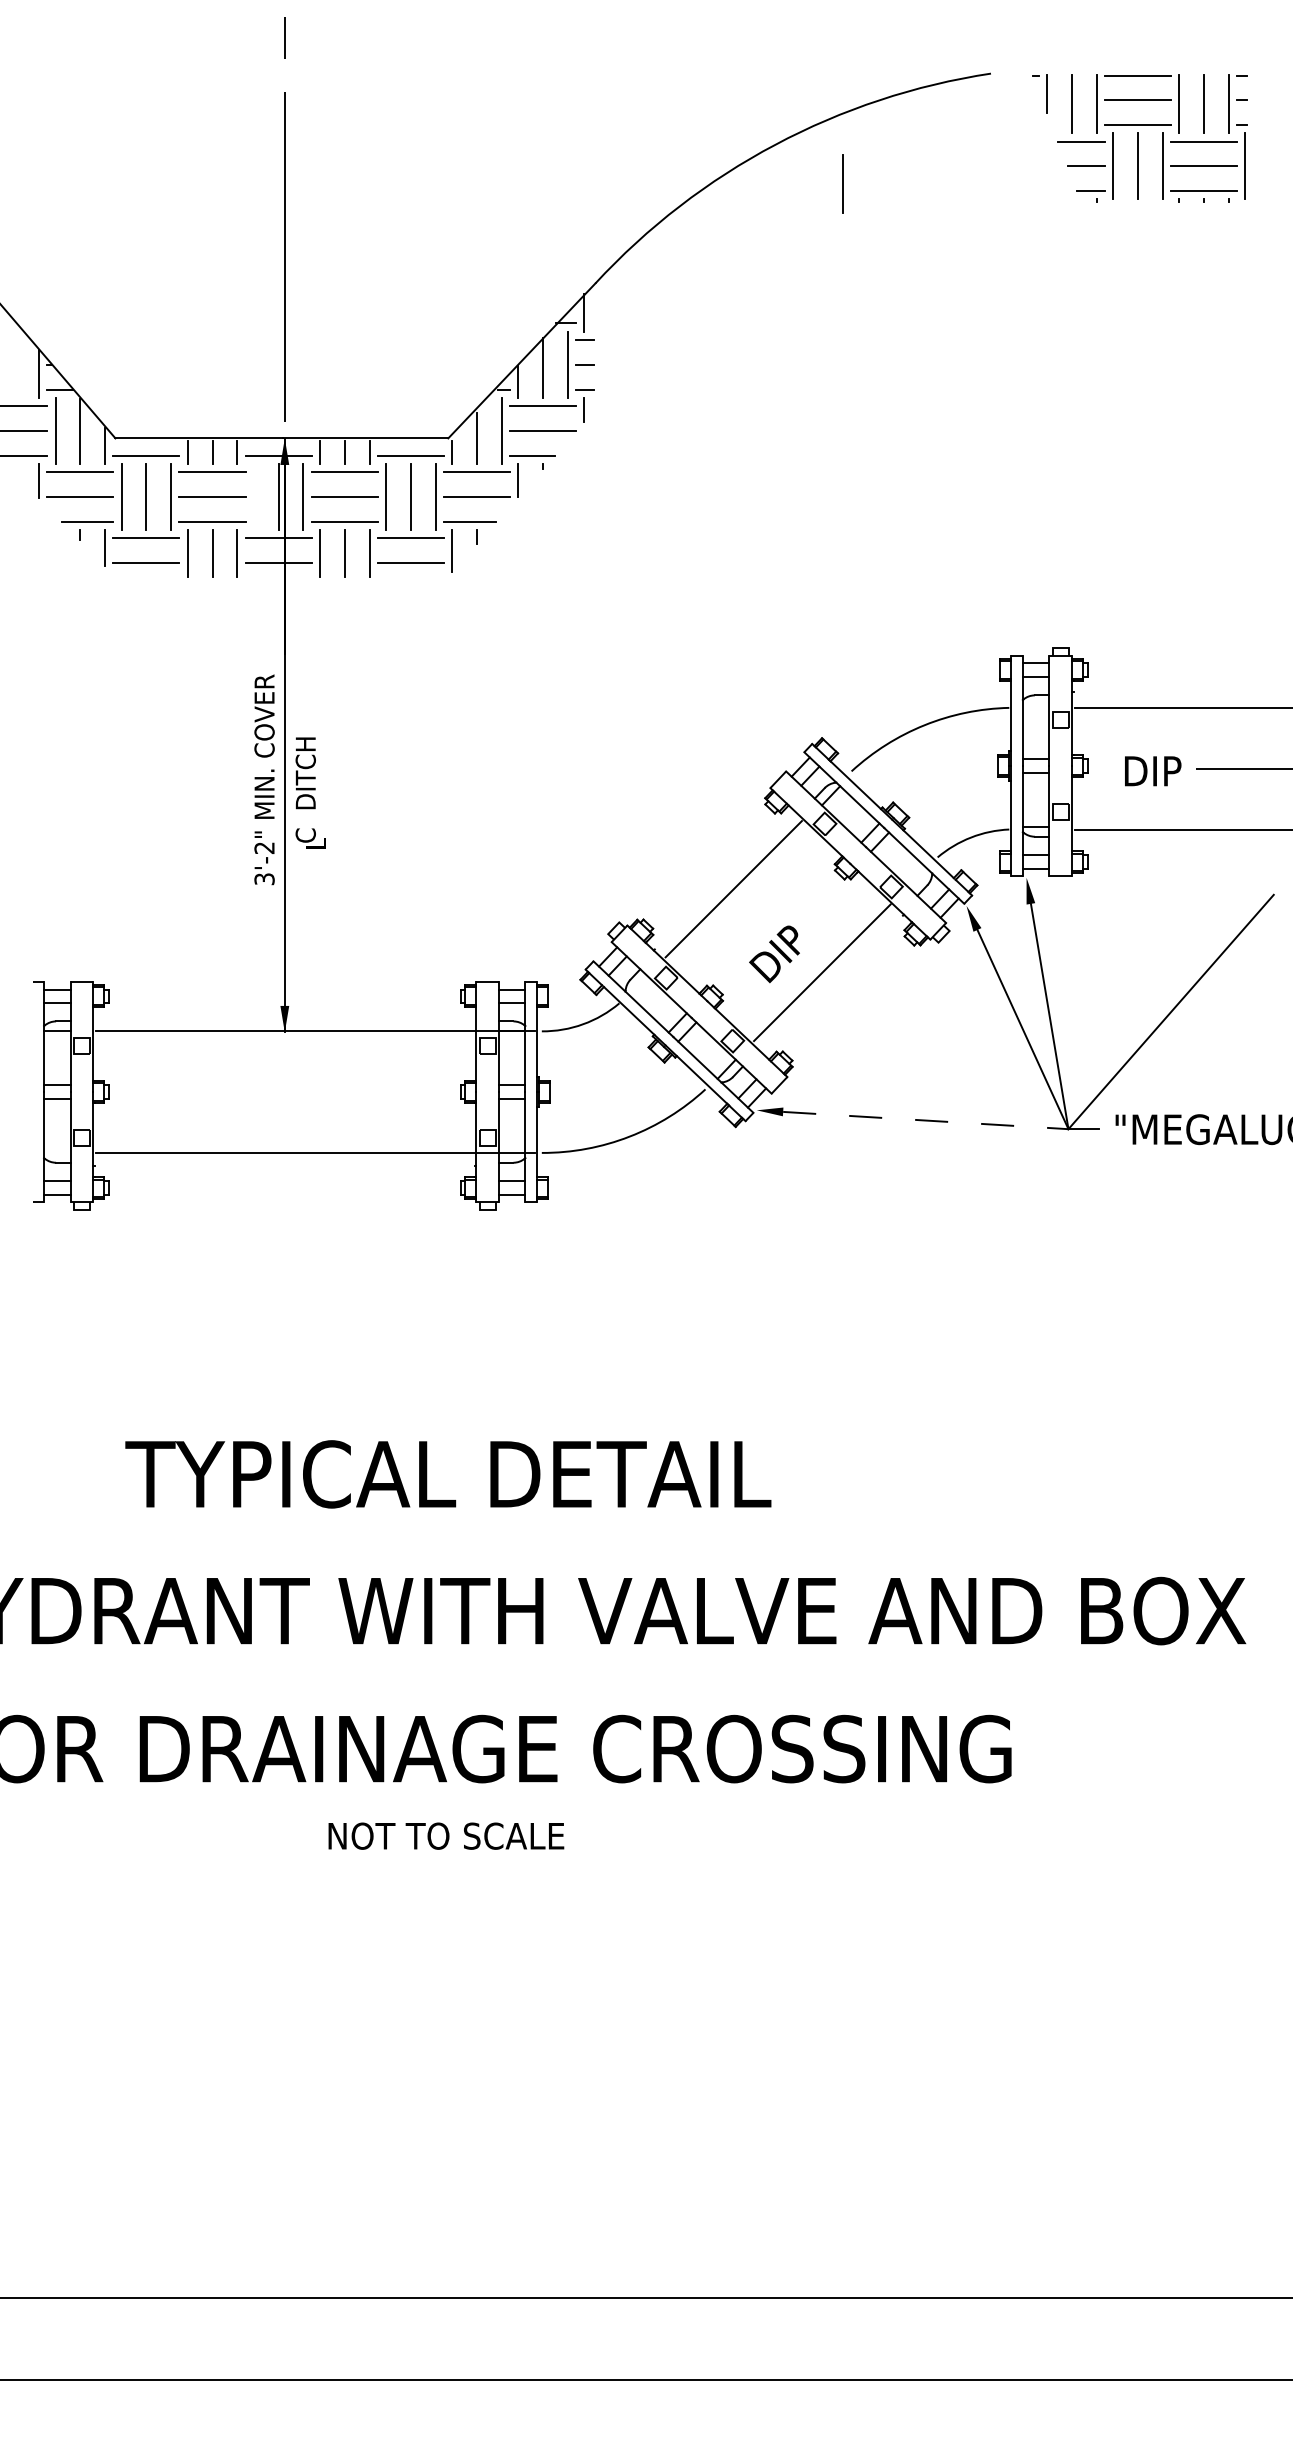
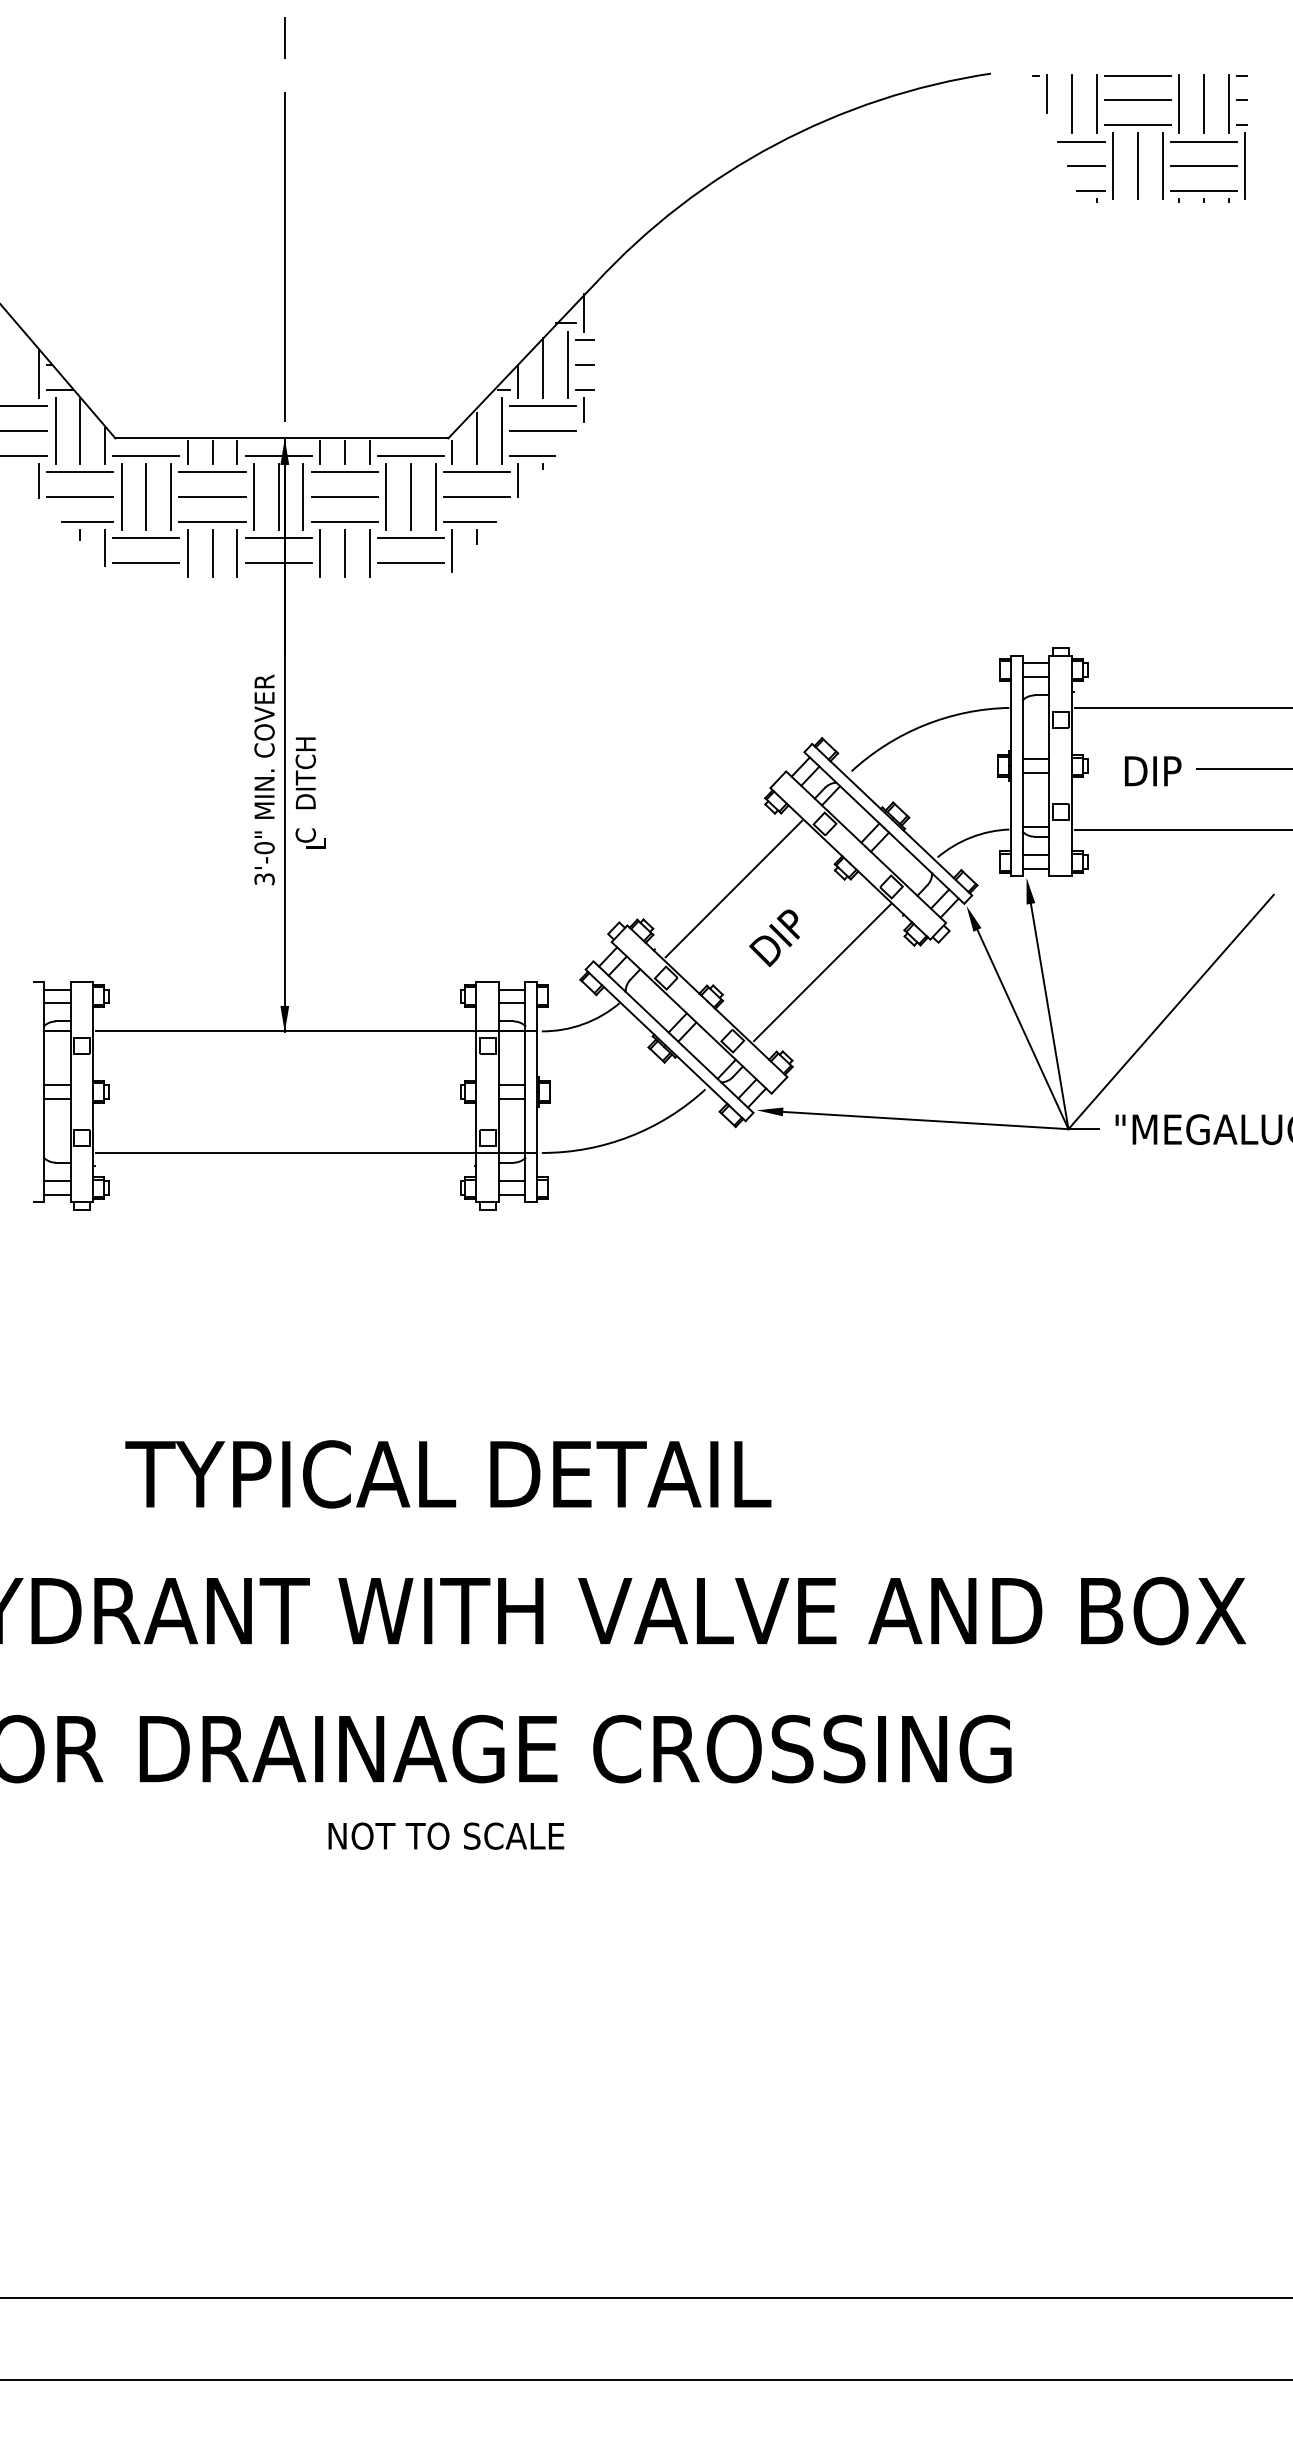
line at (842, 183): present -> none
line at (253, 496): none -> present
text at (264, 848): 3'-2" -> 3'-0"
text at (774, 954) position: (774, 954) -> (774, 938)
line at (925, 1120): dashed -> solid
